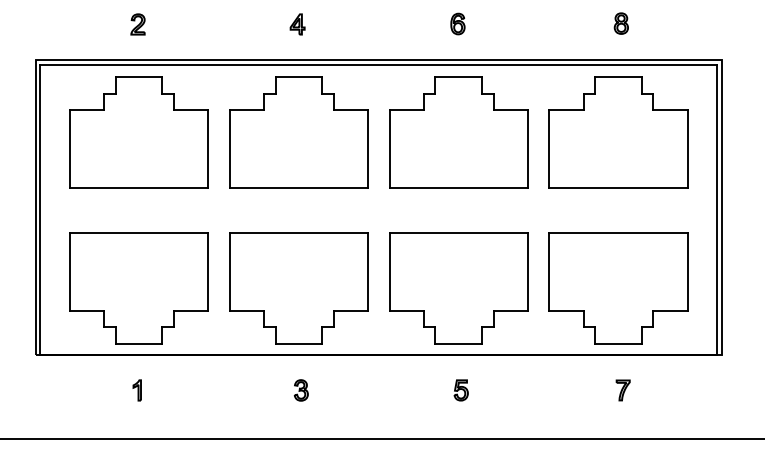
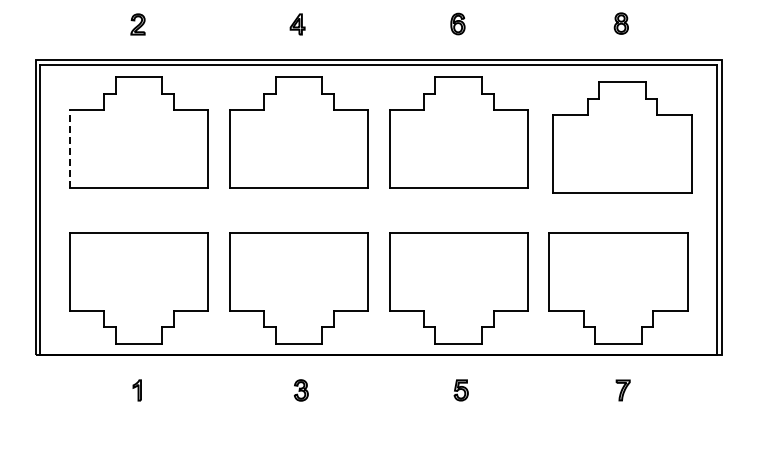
part at (618, 132) position: (618, 132) -> (622, 137)
line at (69, 148): solid -> dashed
line at (381, 438): present -> none
